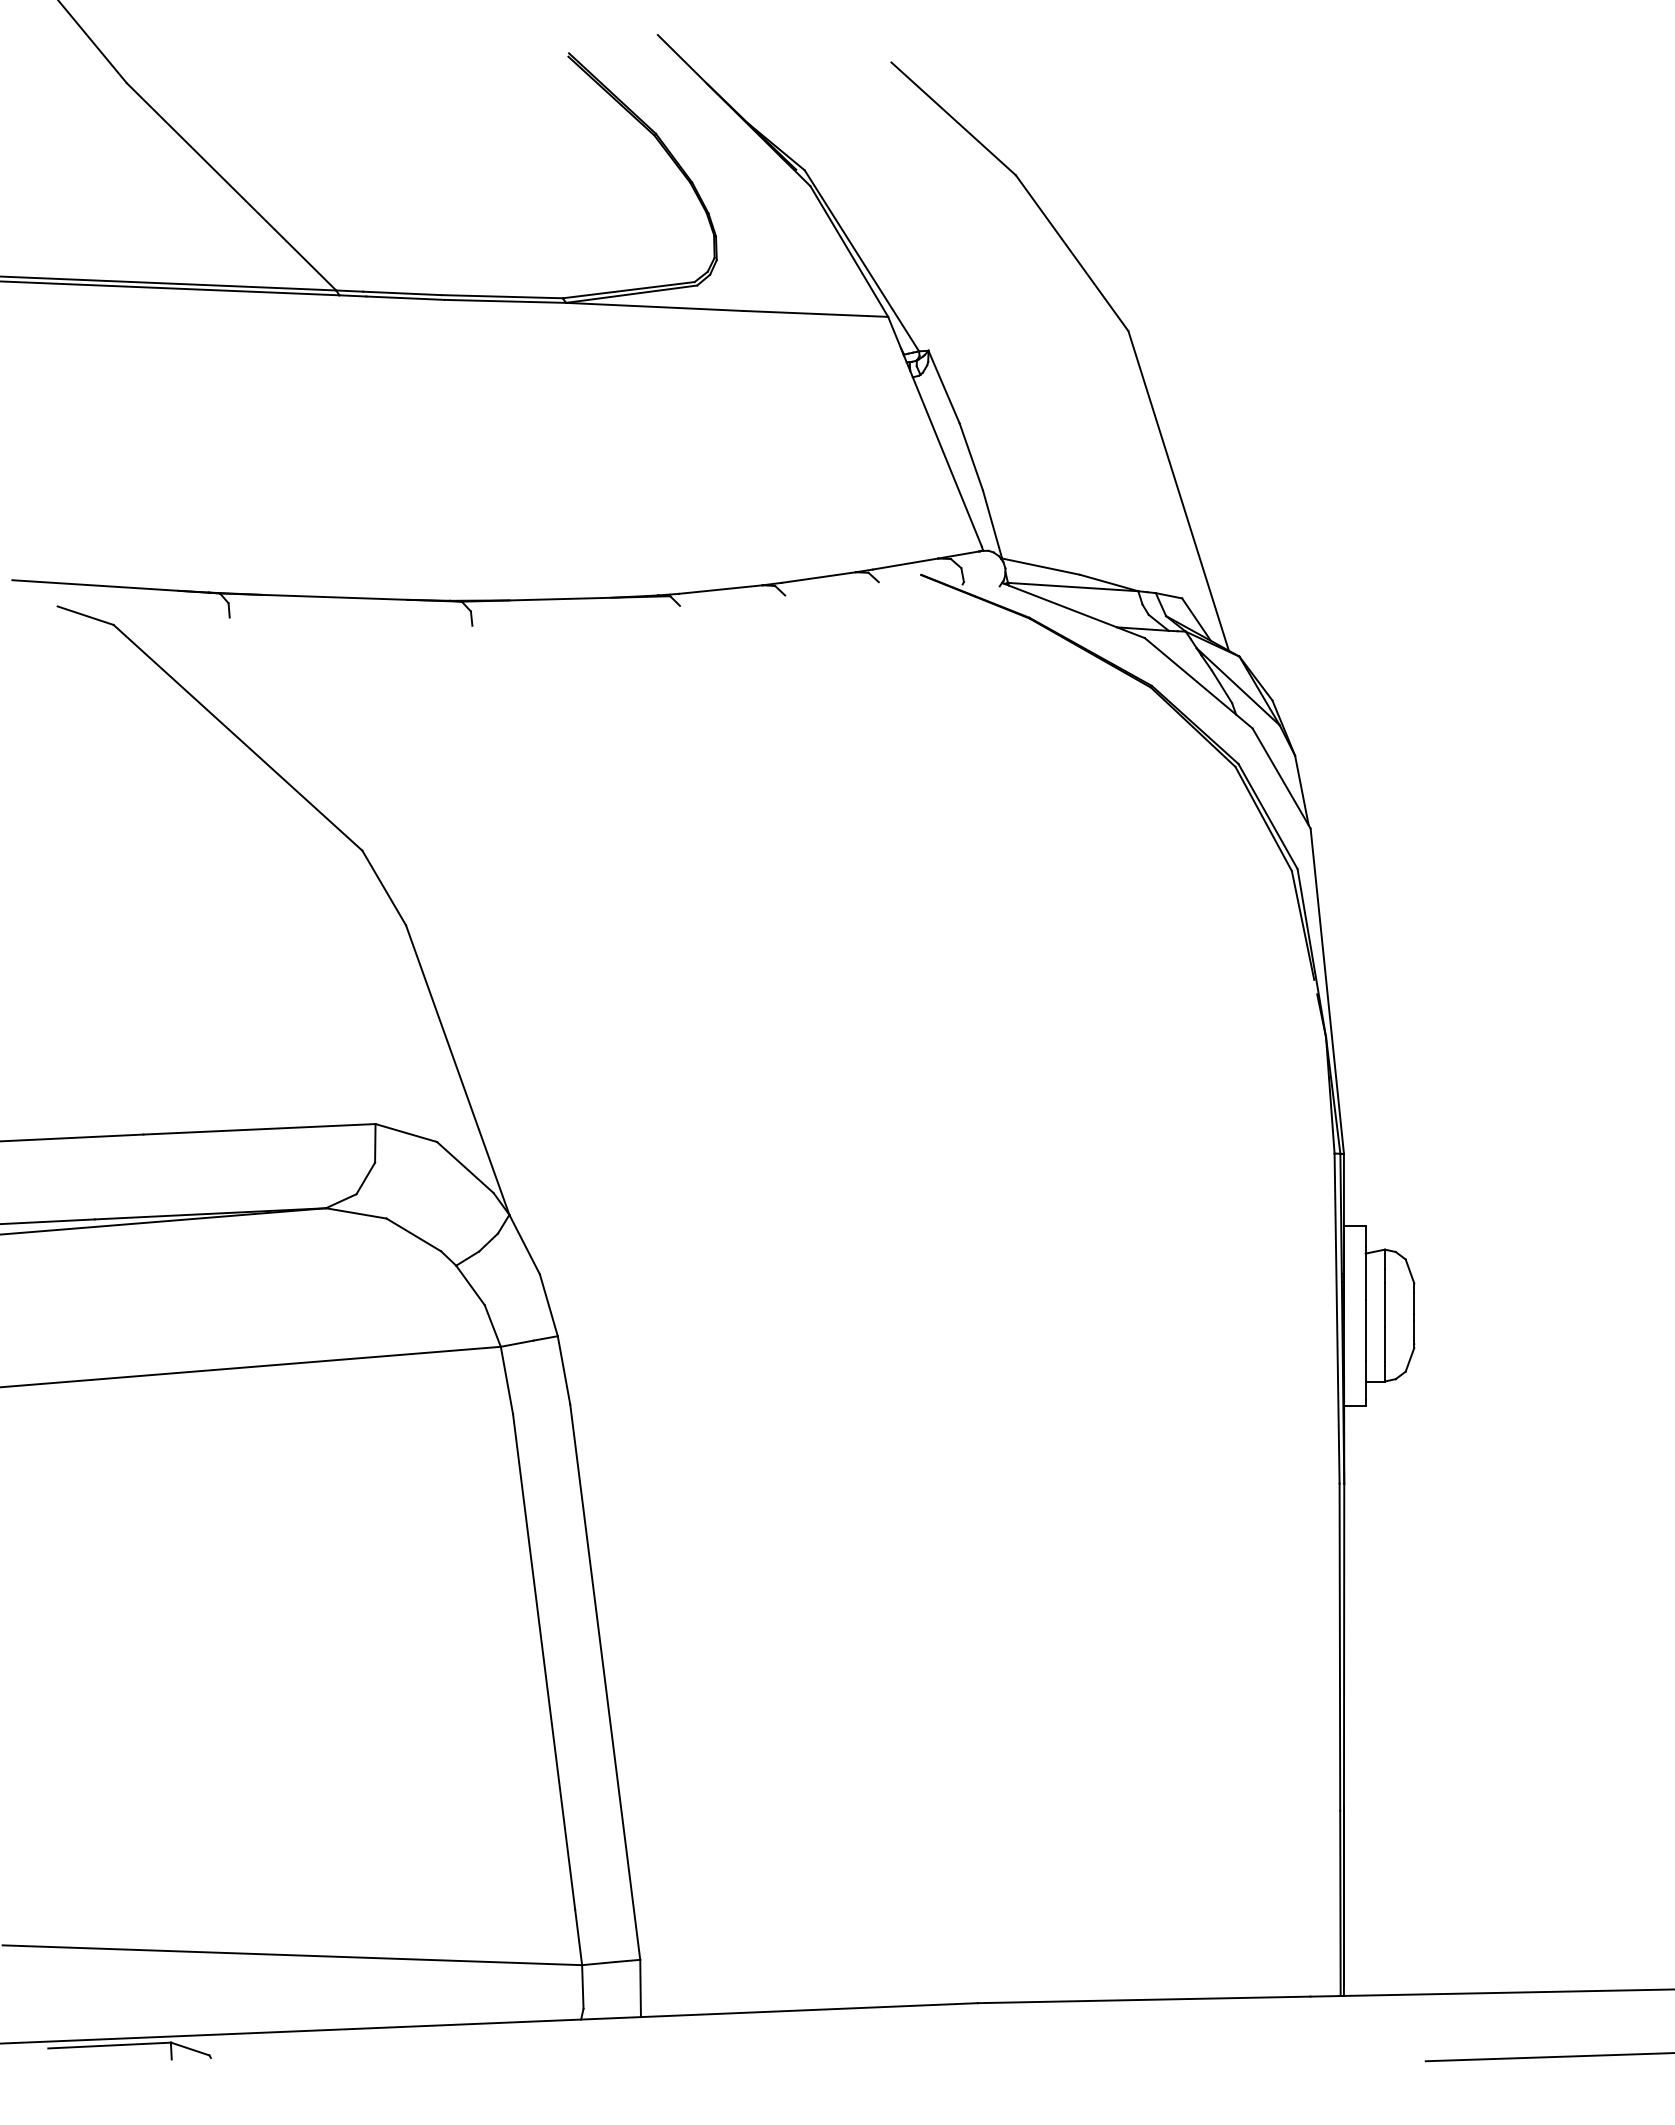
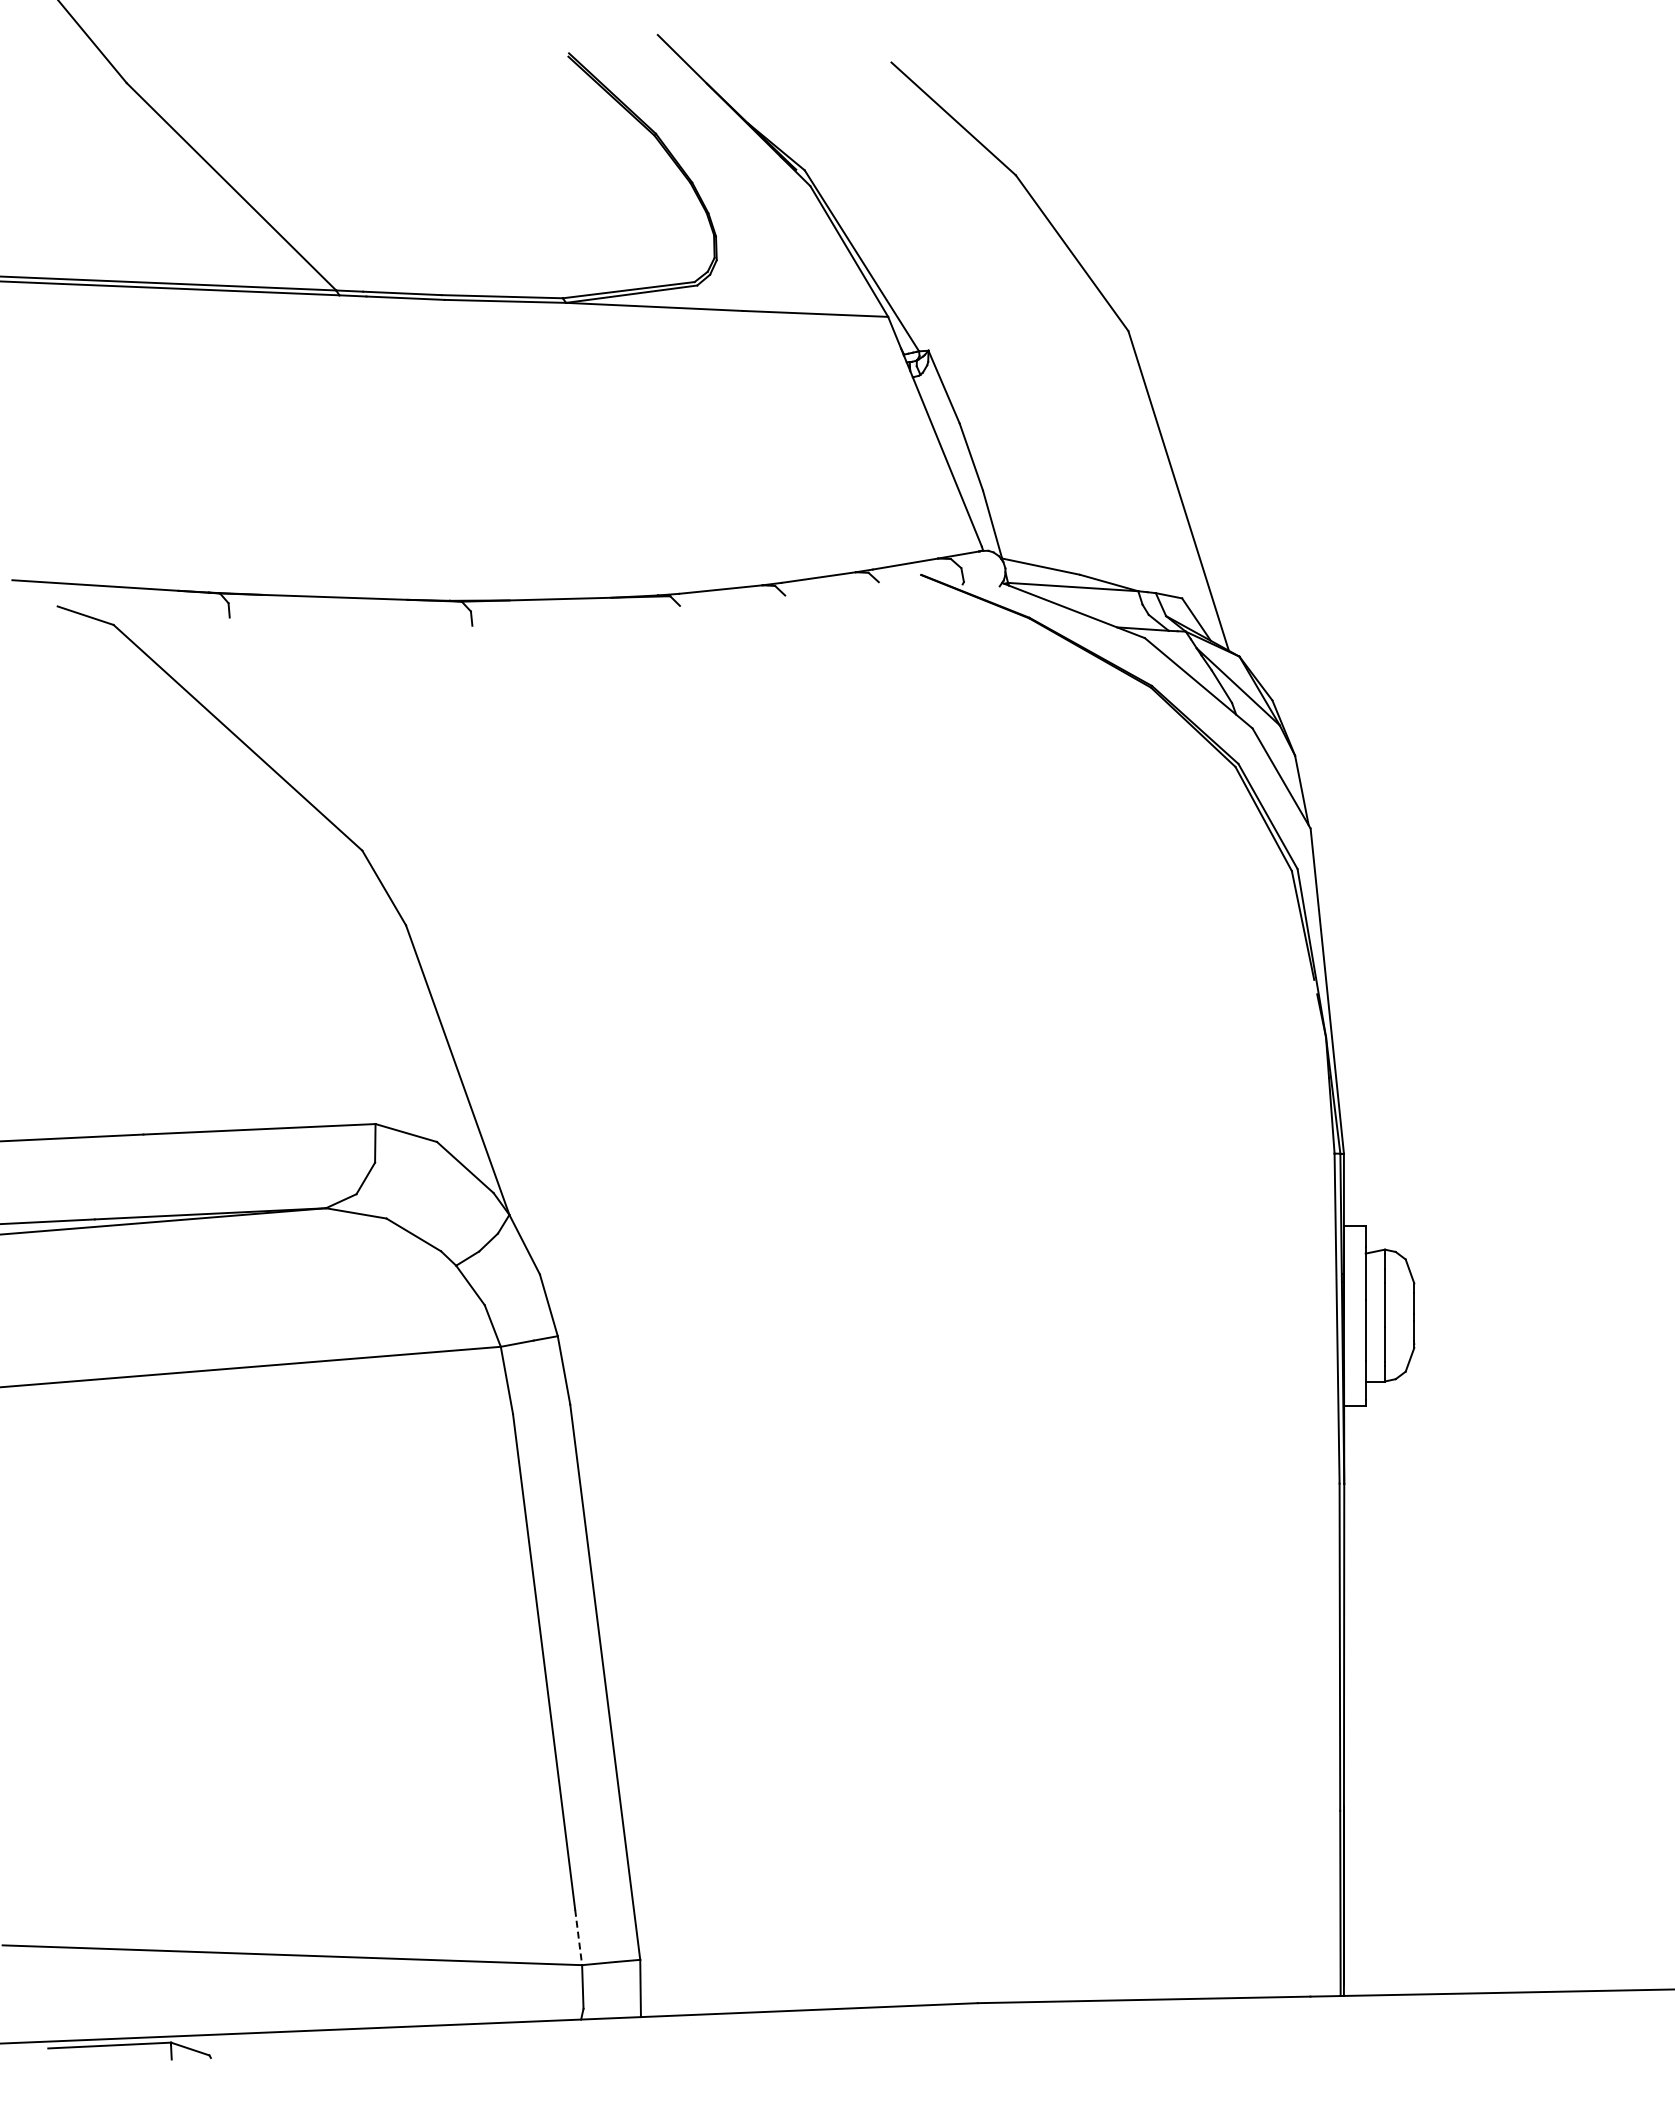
line at (578, 1937): solid -> dashed
line at (1548, 2057): present -> none
